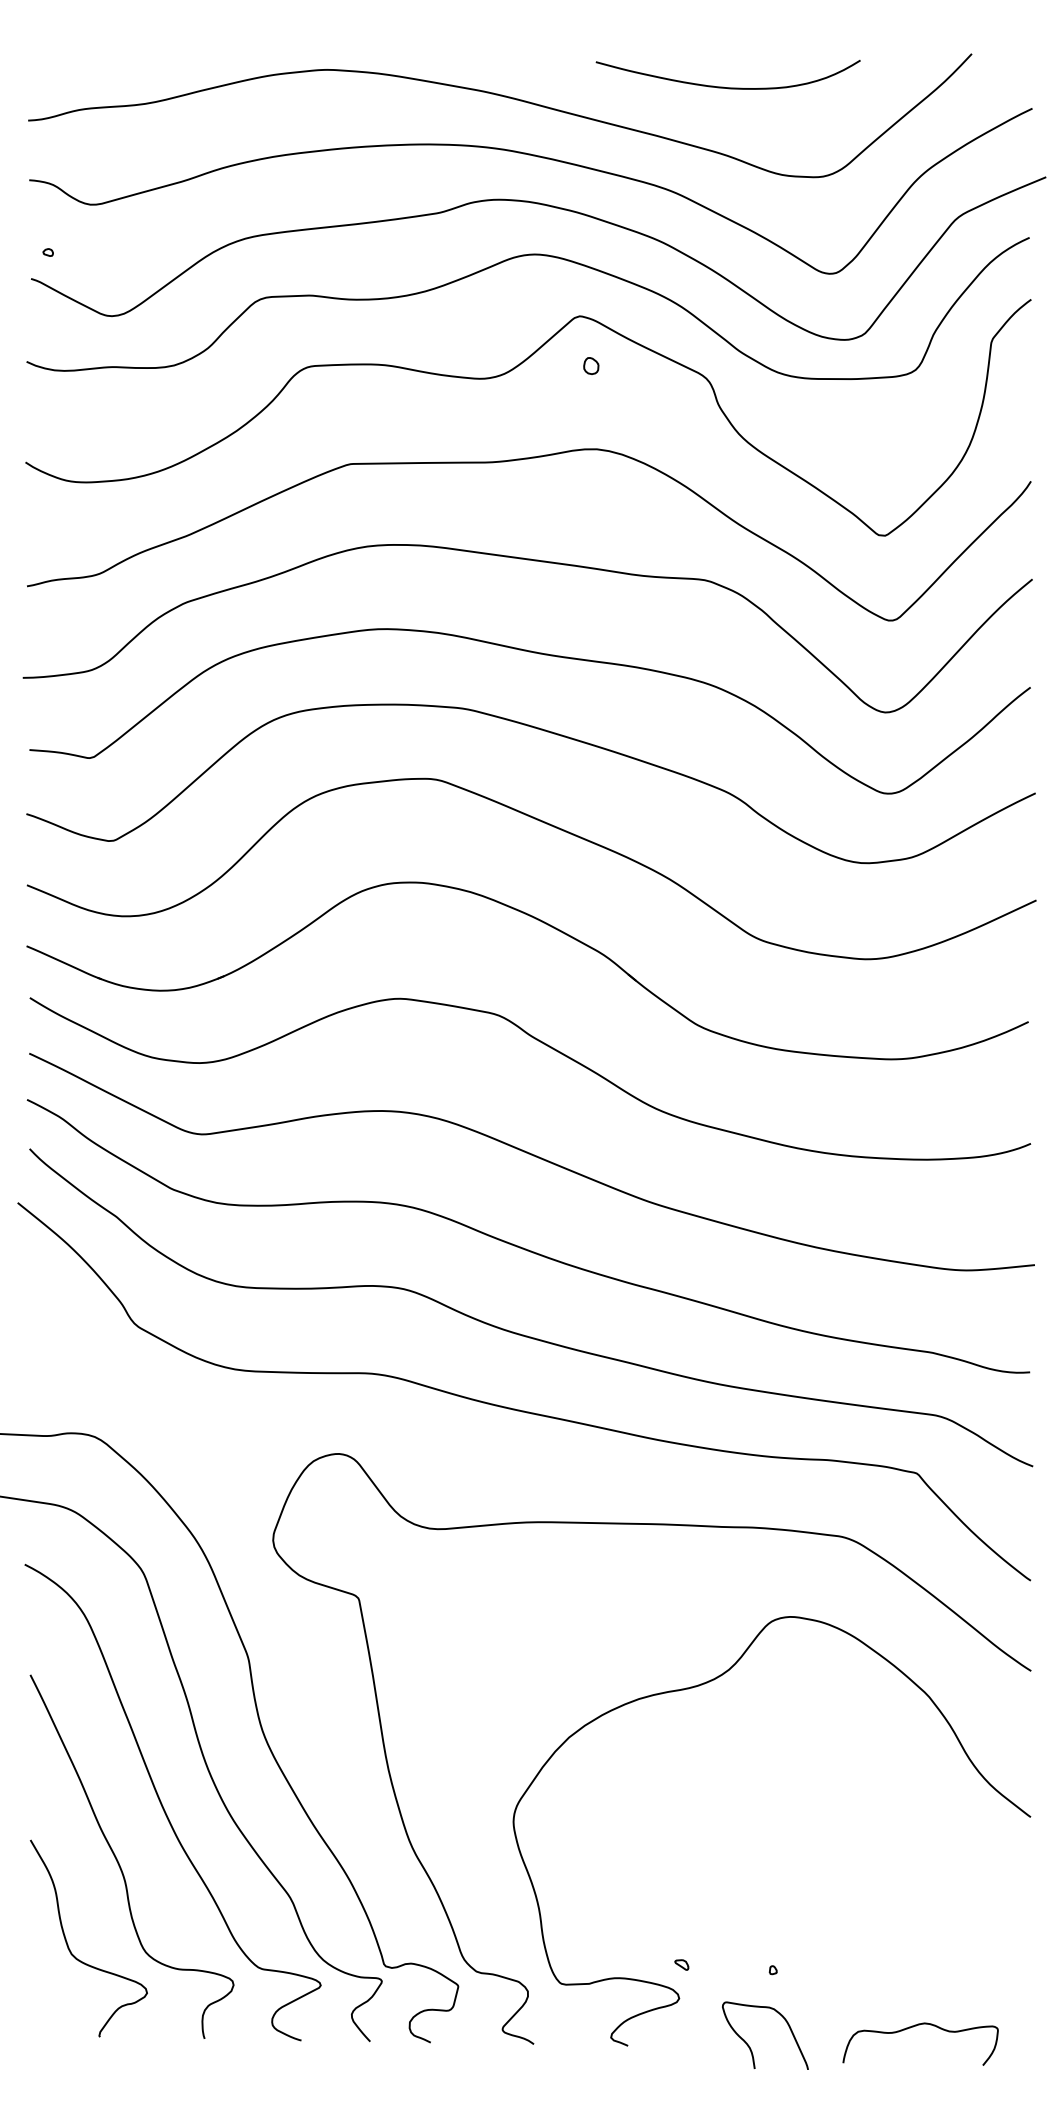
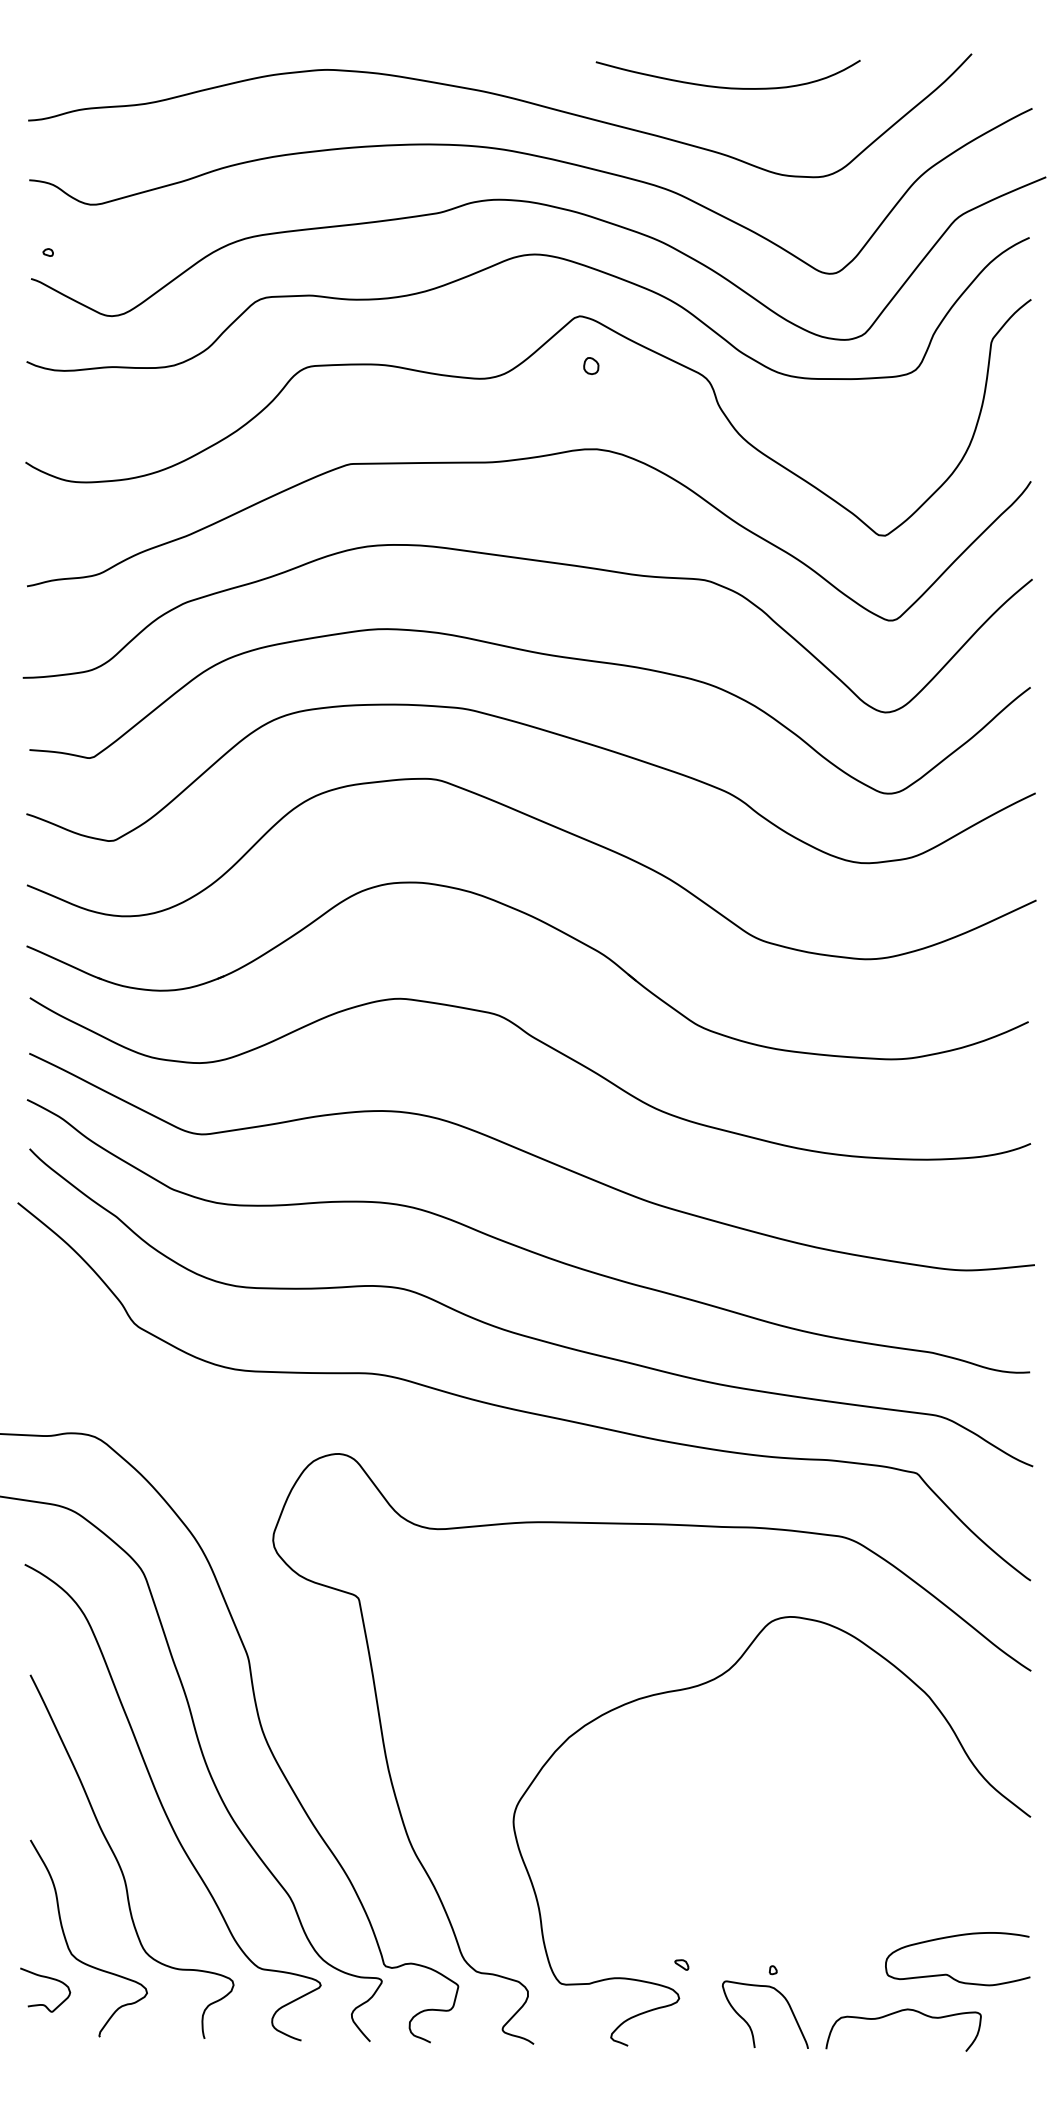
curve at (950, 1975): none -> present
curve at (46, 1978): none -> present
curve at (916, 2026) position: (916, 2026) -> (899, 2012)
curve at (749, 2045) position: (749, 2045) -> (749, 2024)
